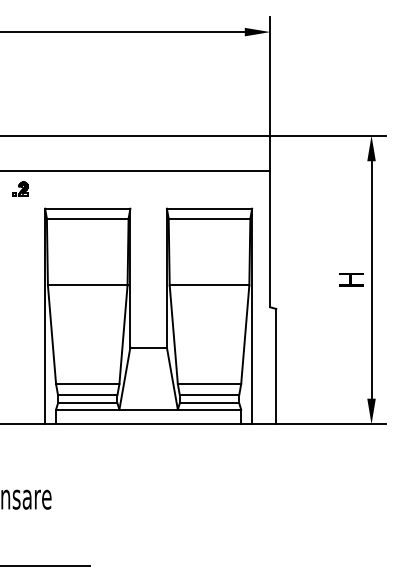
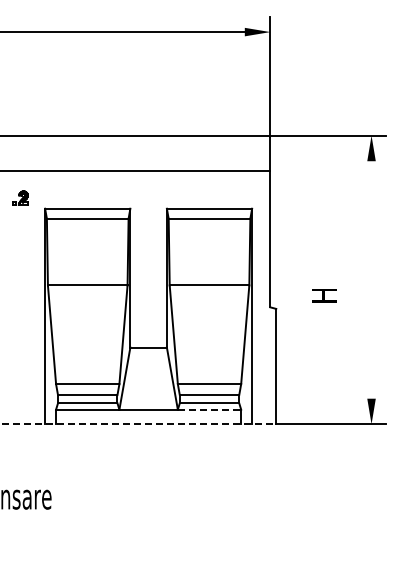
part at (20, 188) position: (20, 188) -> (20, 197)
text at (351, 279) position: (351, 279) -> (324, 295)
line at (371, 279): present -> none
line at (209, 409): solid -> dashed
line at (138, 424): solid -> dashed
line at (46, 565): present -> none
